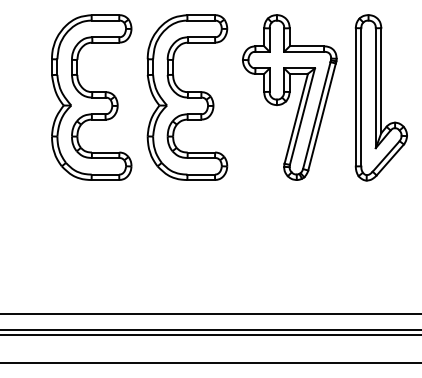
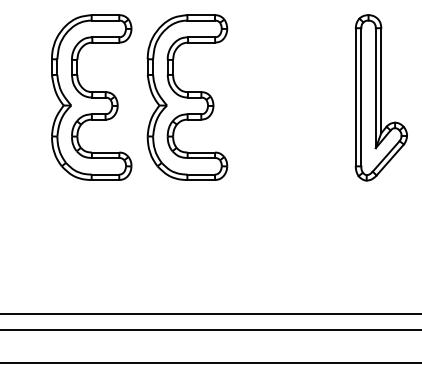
part at (289, 97): present -> none
line at (210, 335): present -> none
